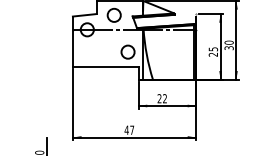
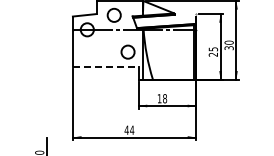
line at (105, 66): solid -> dashed
text at (162, 98): 22 -> 18
text at (132, 129): 47 -> 44
